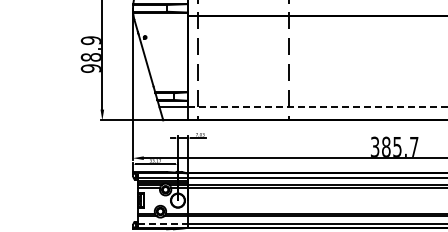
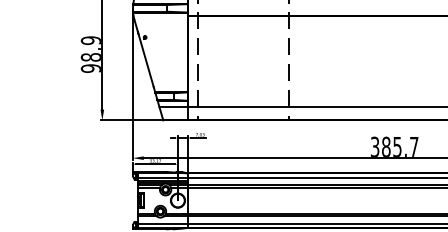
line at (317, 107): dashed -> solid
line at (162, 223): dashed -> solid
